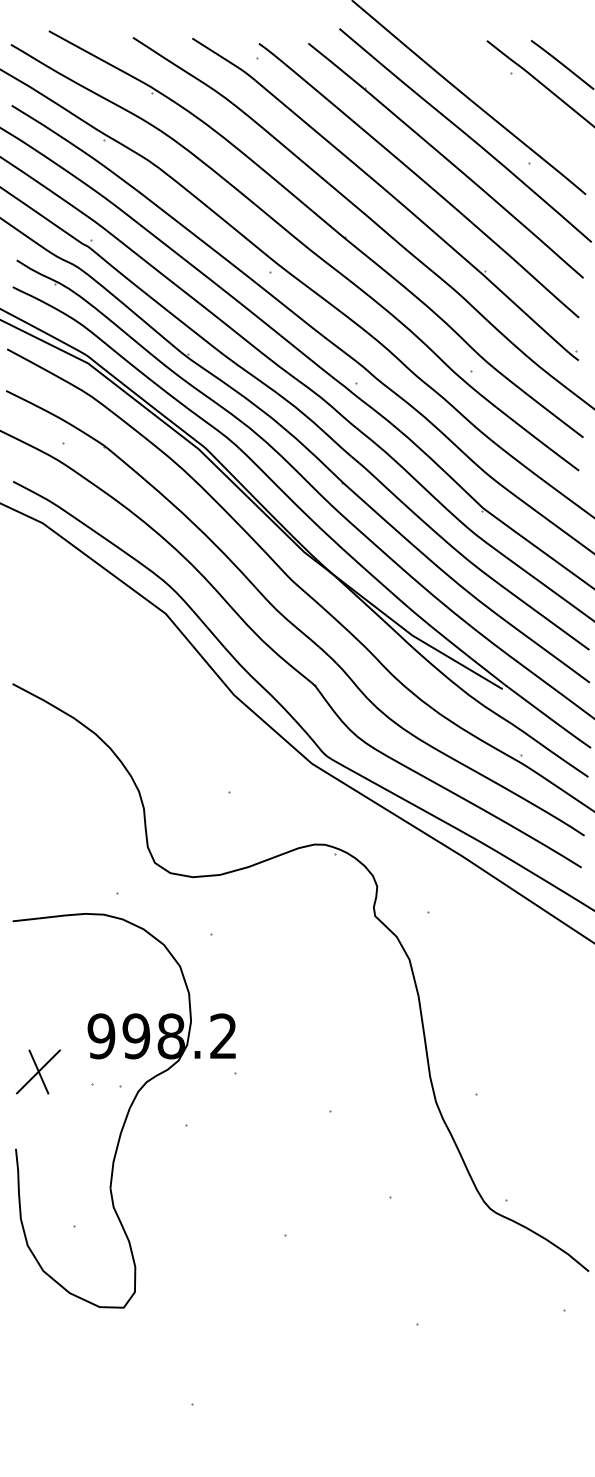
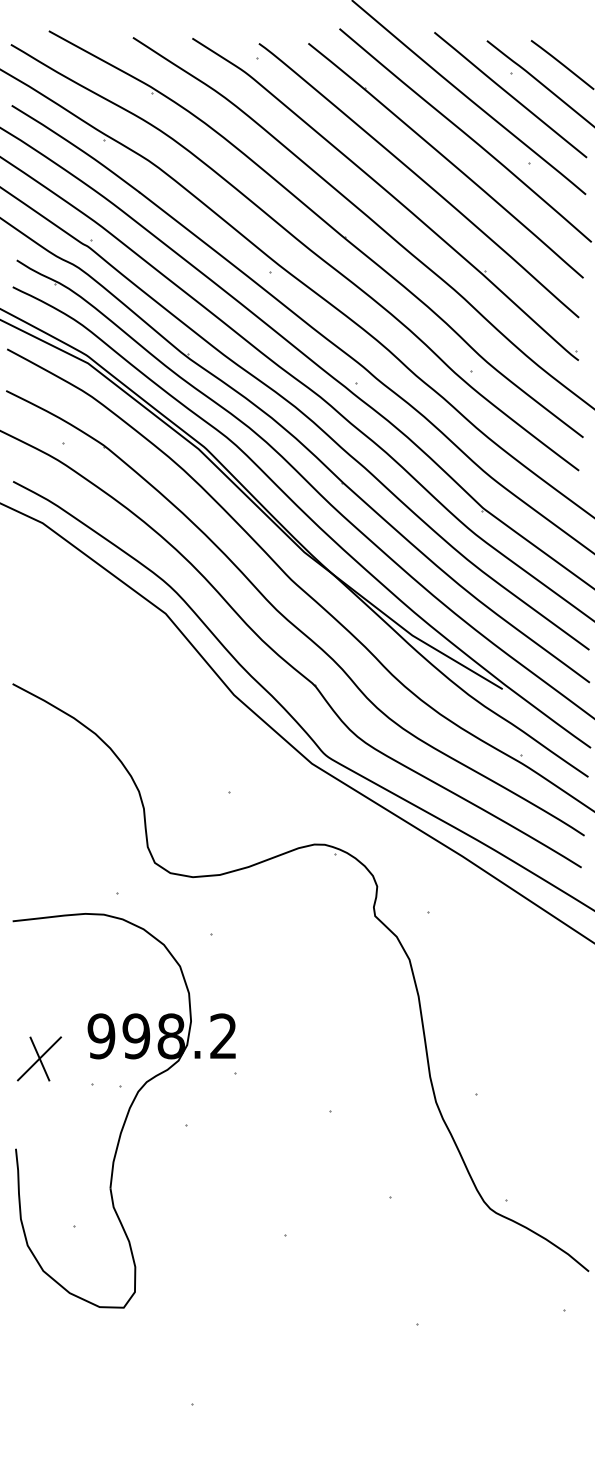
line at (510, 95): none -> present
part at (38, 1071) position: (38, 1071) -> (39, 1058)
